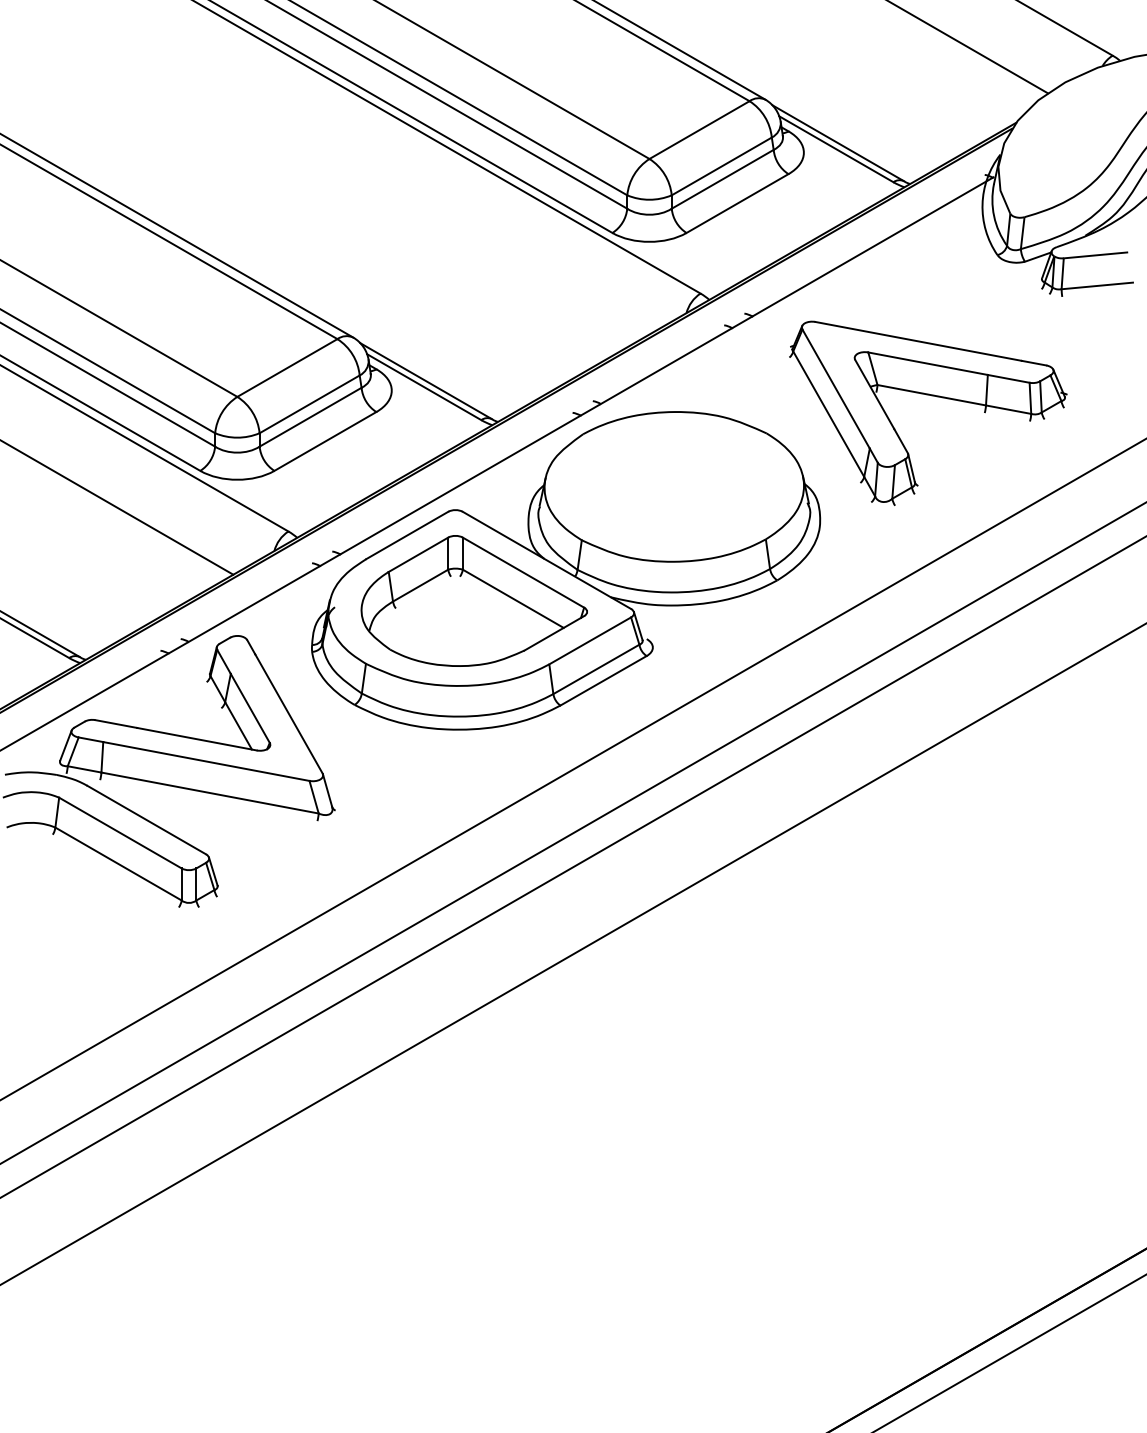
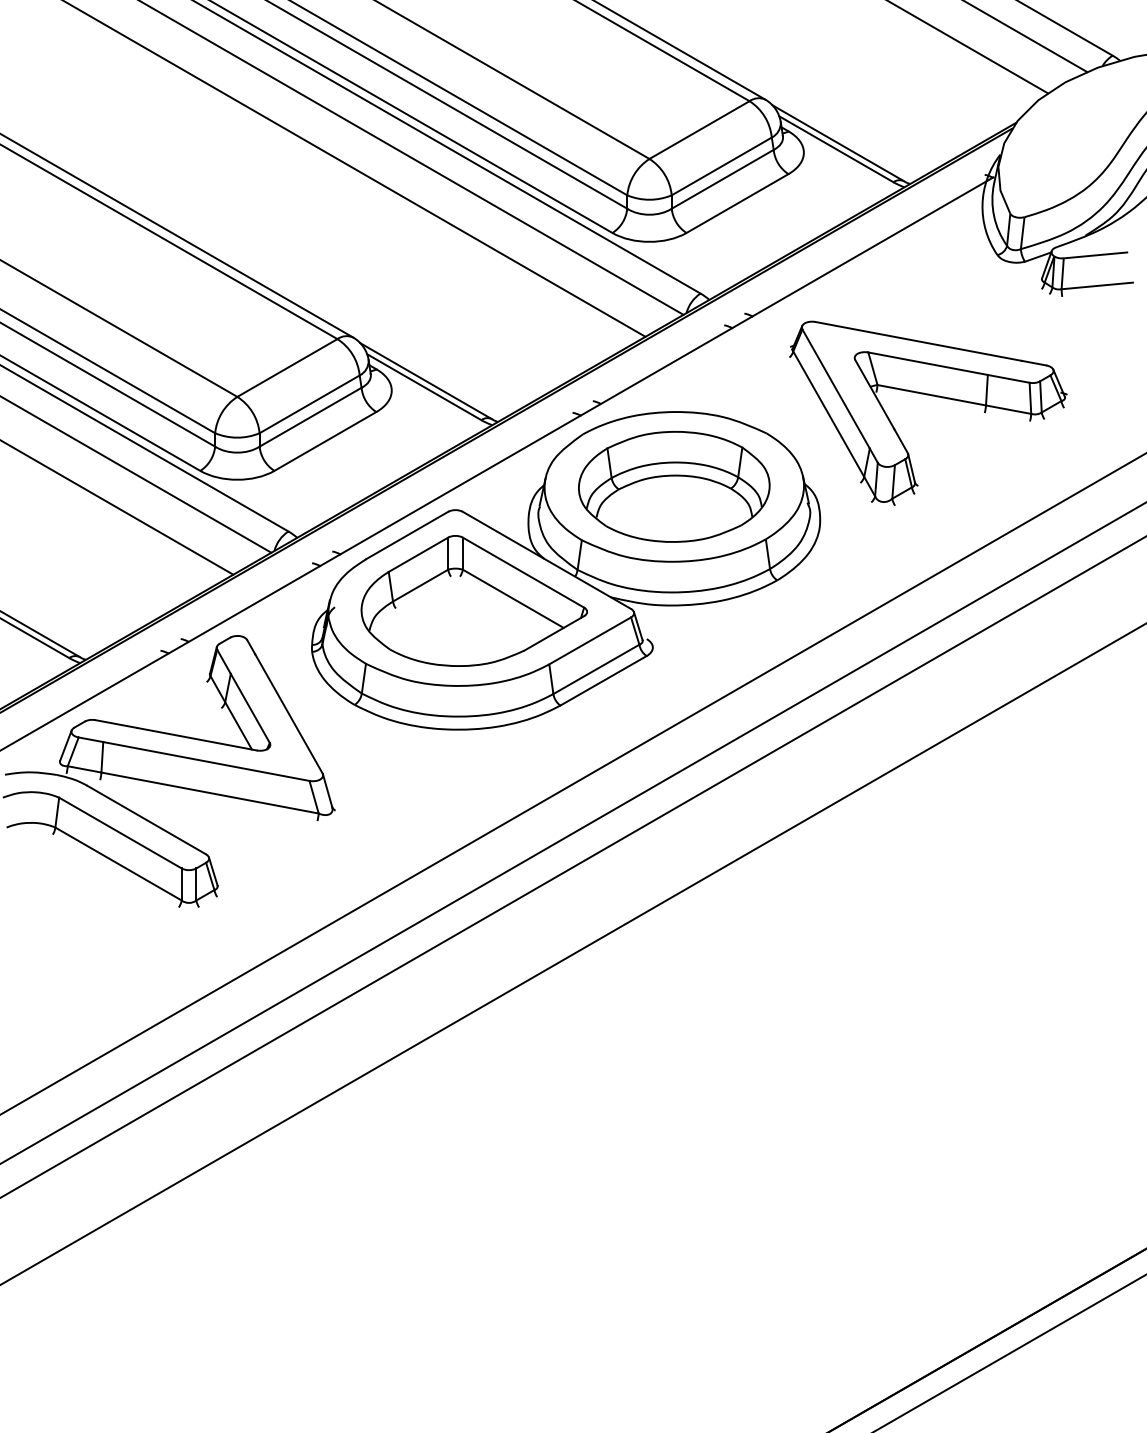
line at (1026, 36): none -> present
line at (412, 158): none -> present
line at (355, 169): none -> present
line at (136, 474): none -> present
part at (674, 486): none -> present
line at (572, 769) position: (572, 769) -> (572, 783)
